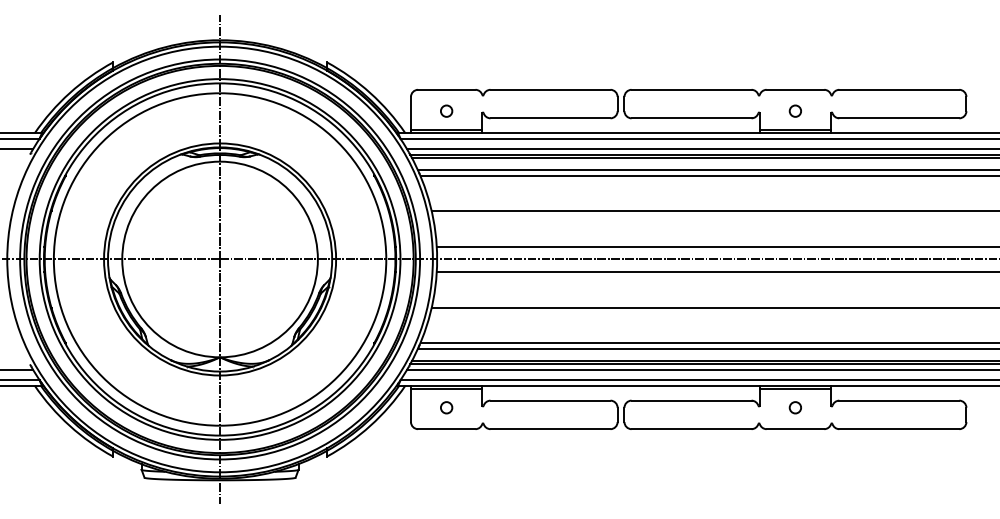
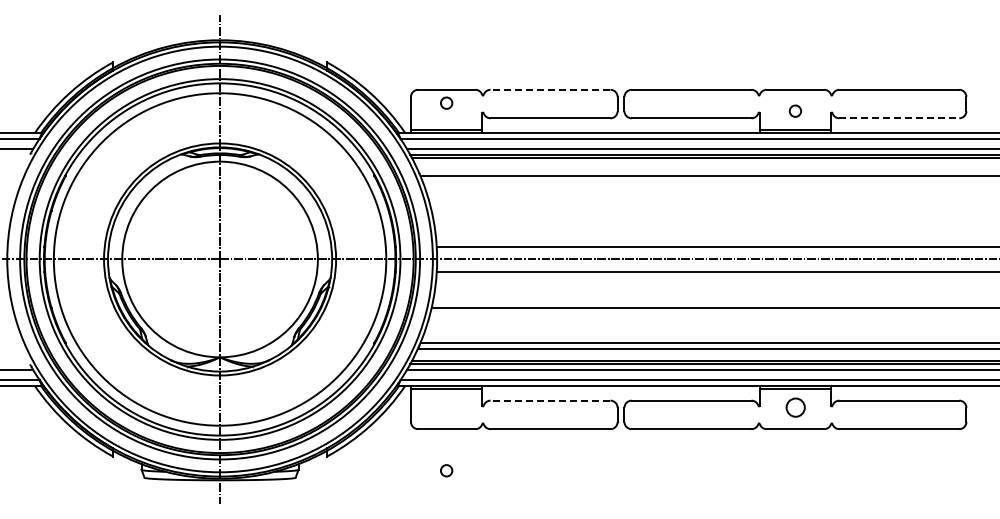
line at (550, 89): solid -> dashed
circle at (446, 110) position: (446, 110) -> (446, 102)
line at (899, 118): solid -> dashed
line at (707, 170): present -> none
line at (713, 210): present -> none
line at (550, 400): solid -> dashed
circle at (446, 407) position: (446, 407) -> (446, 470)
circle at (794, 407) size: 14x14 px -> 21x21 px
